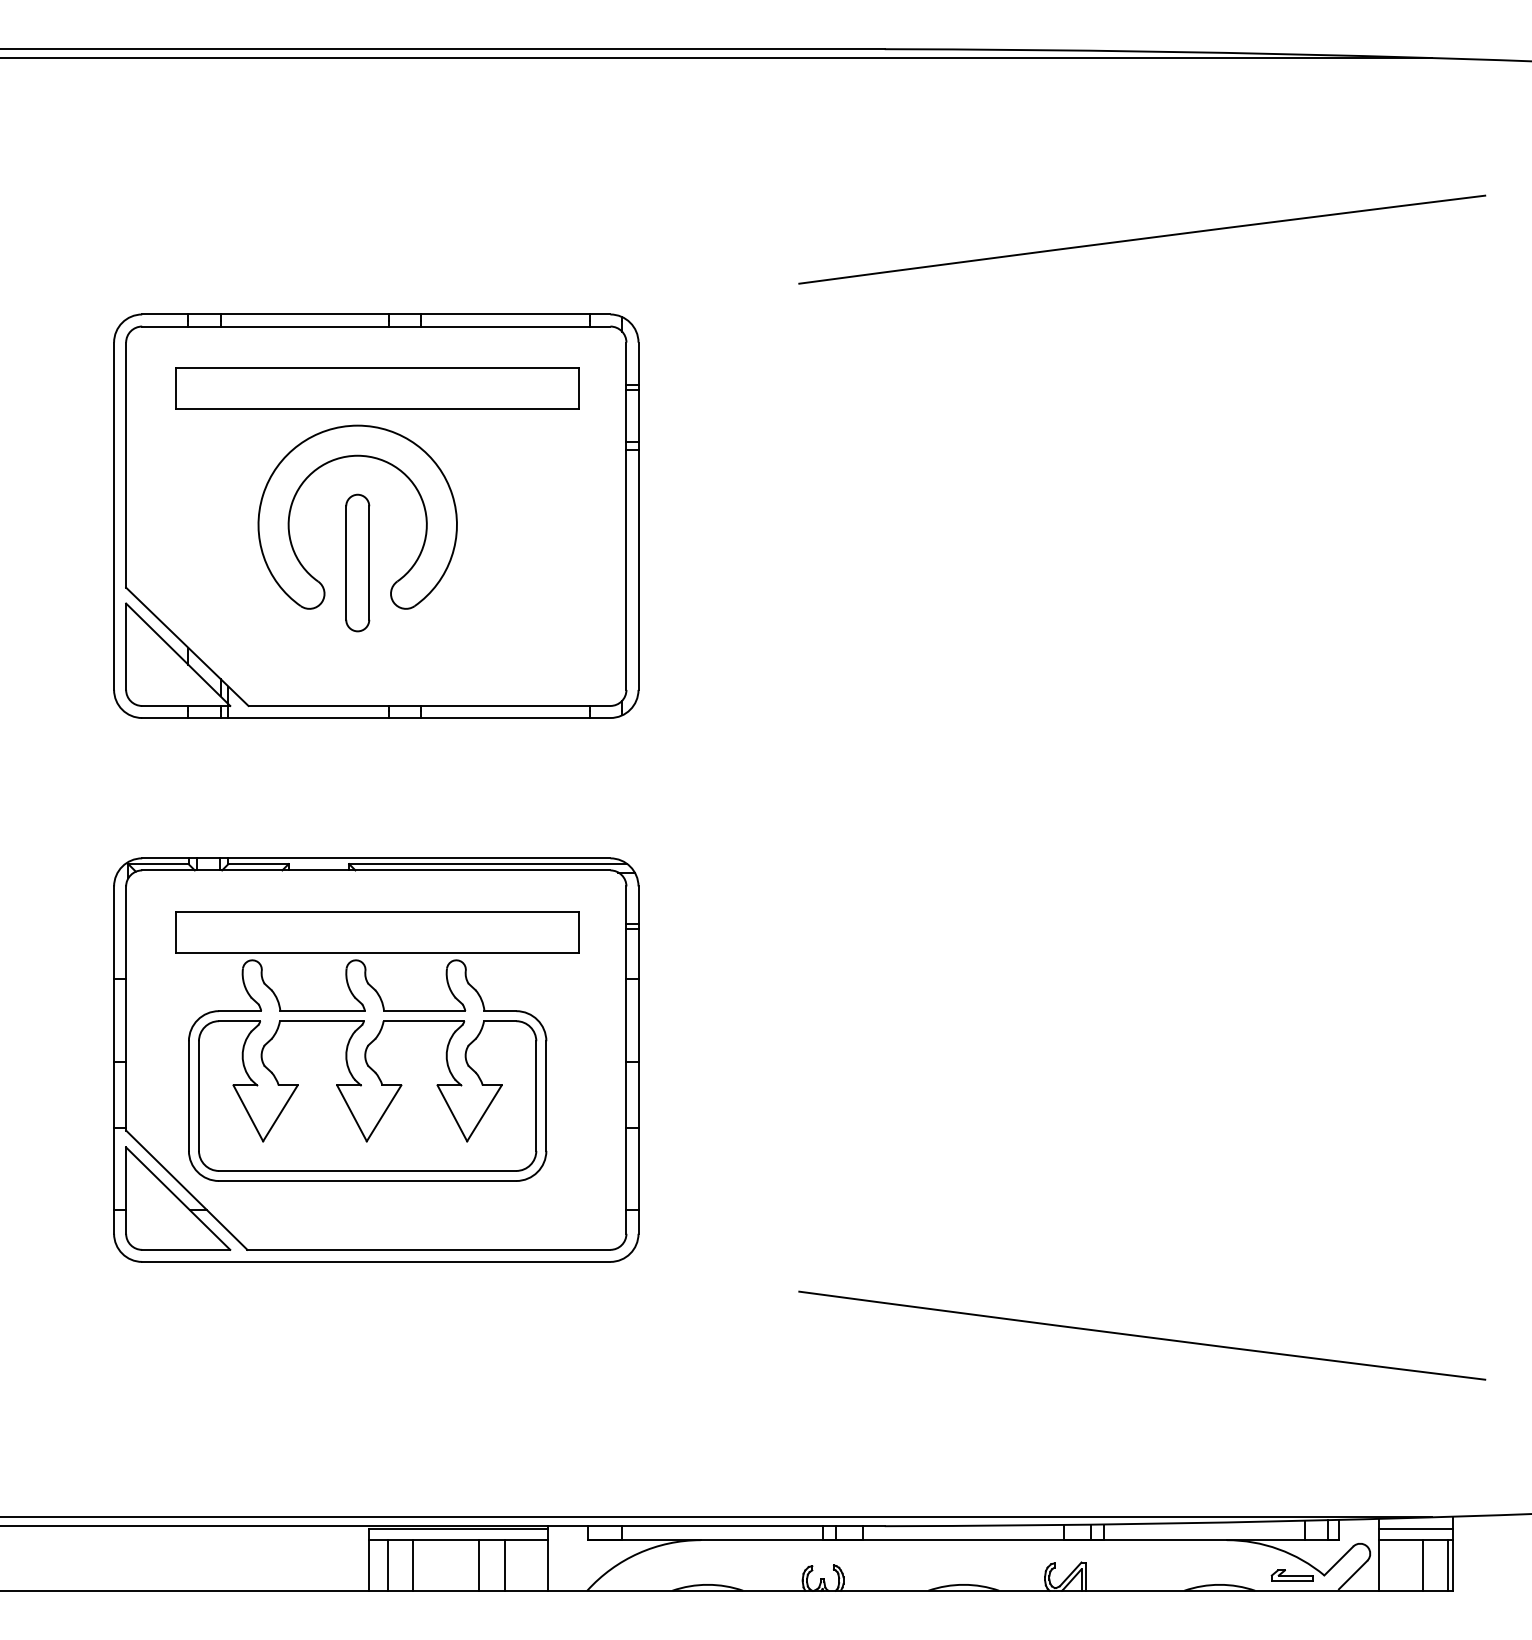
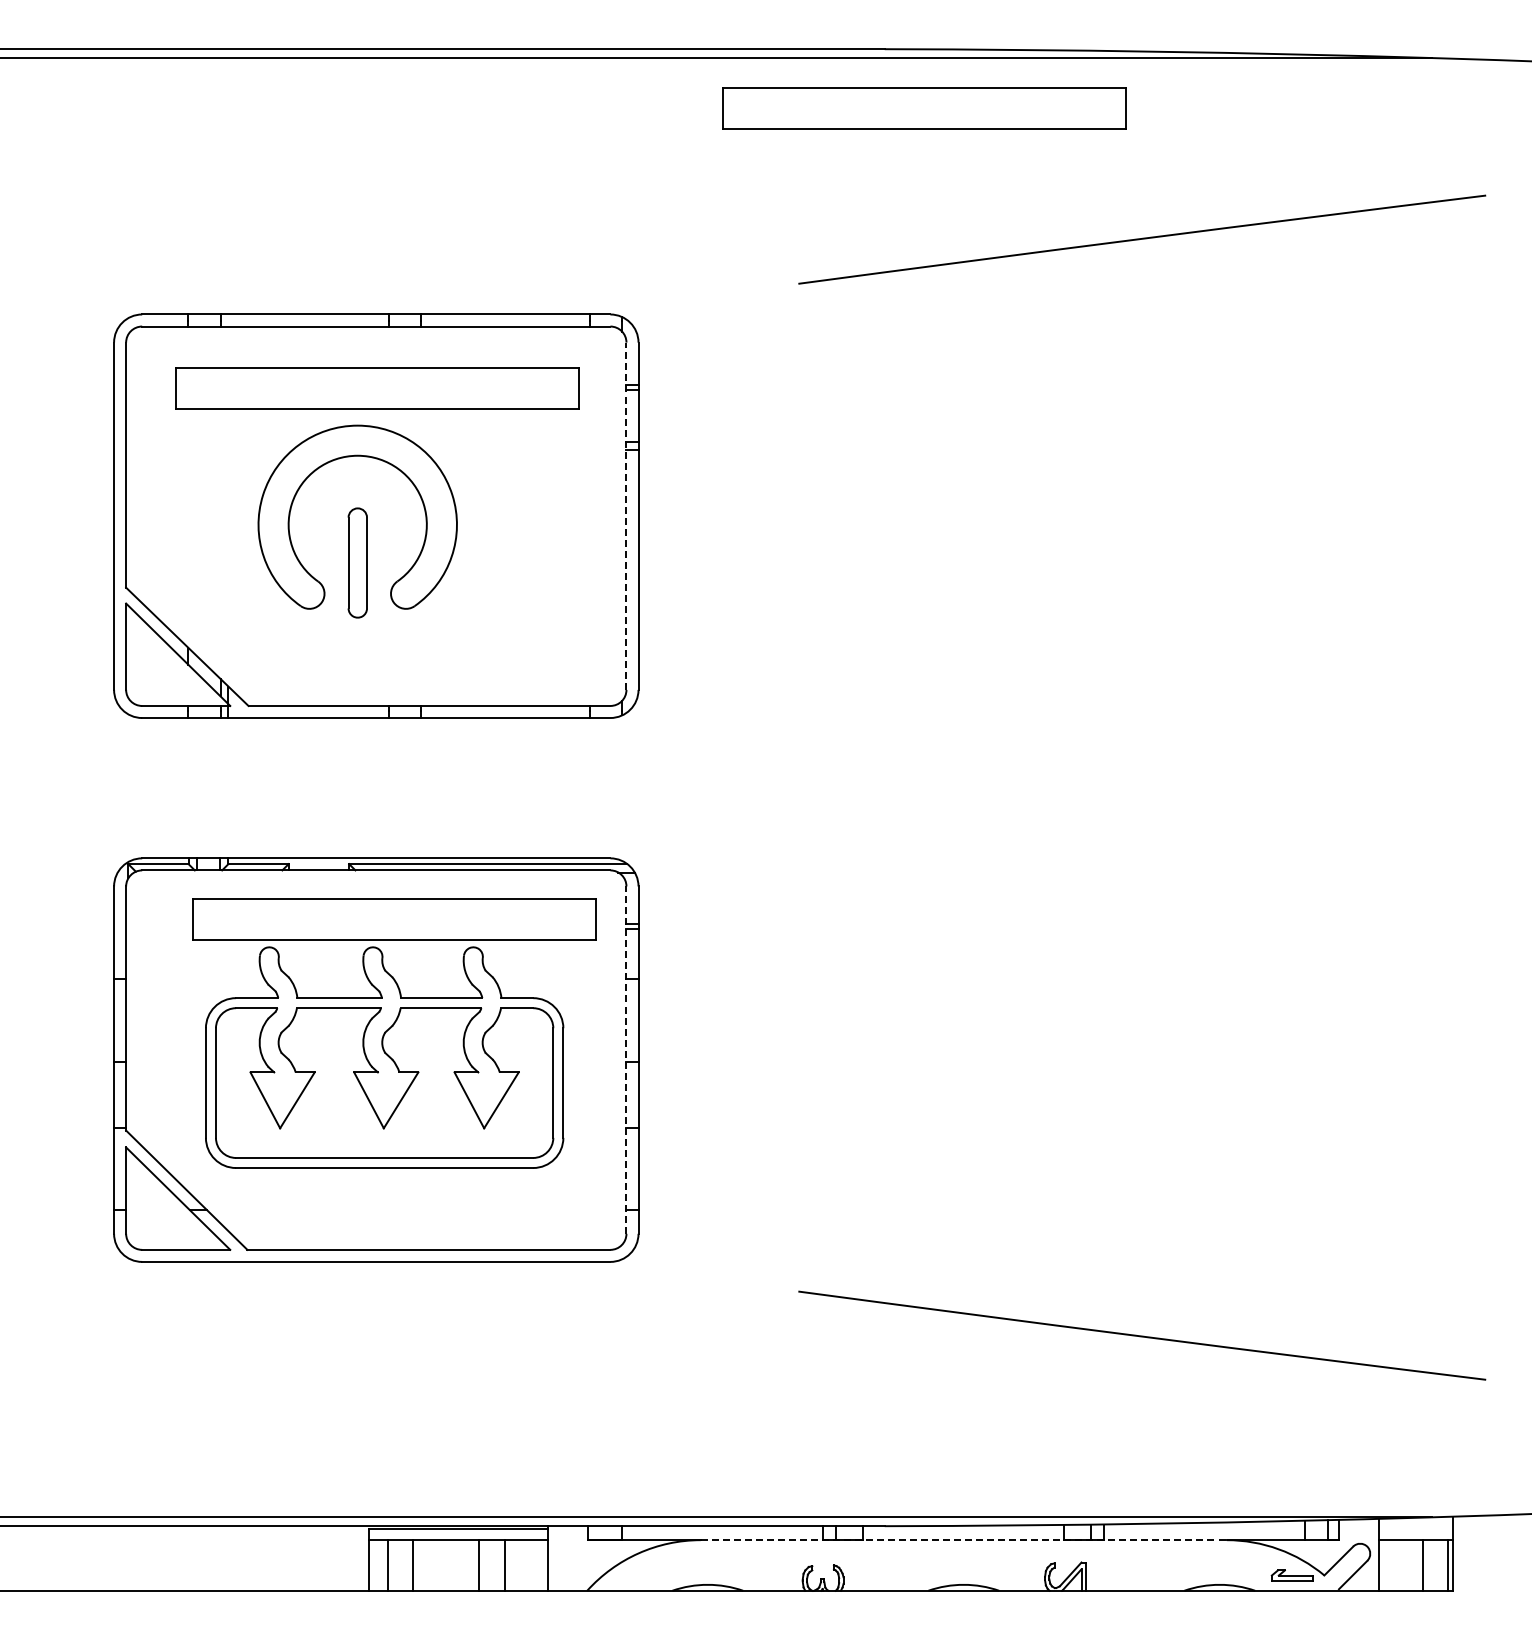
part at (924, 108): none -> present
line at (626, 516): solid -> dashed
part at (357, 562) size: 26x140 px -> 21x112 px
part at (377, 1046) position: (377, 1046) -> (394, 1033)
line at (626, 1060): solid -> dashed
line at (1416, 1528): present -> none
line at (964, 1540): solid -> dashed
